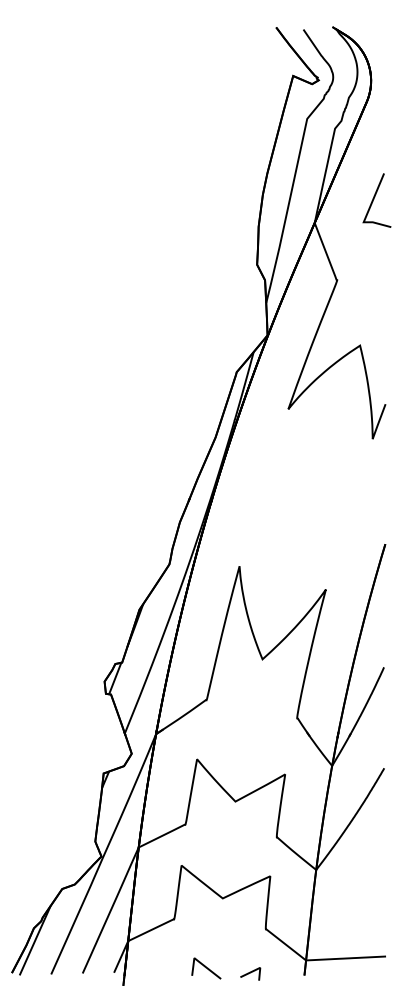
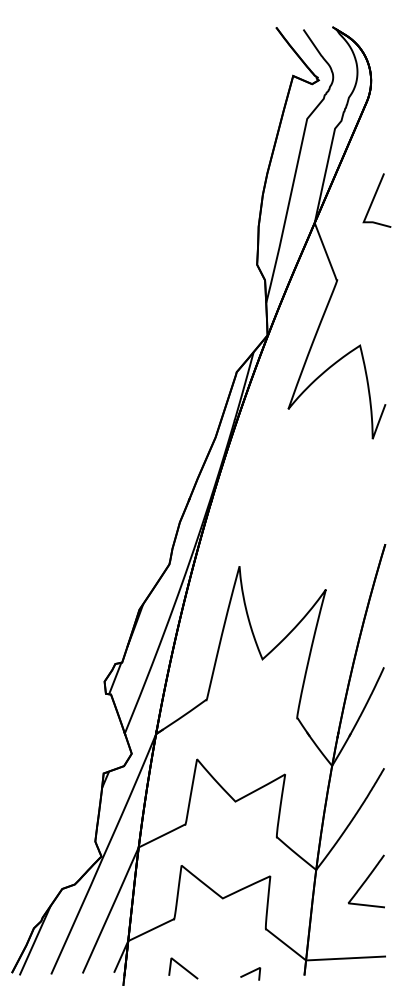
curve at (365, 881): none -> present
curve at (206, 968) position: (206, 968) -> (183, 968)
